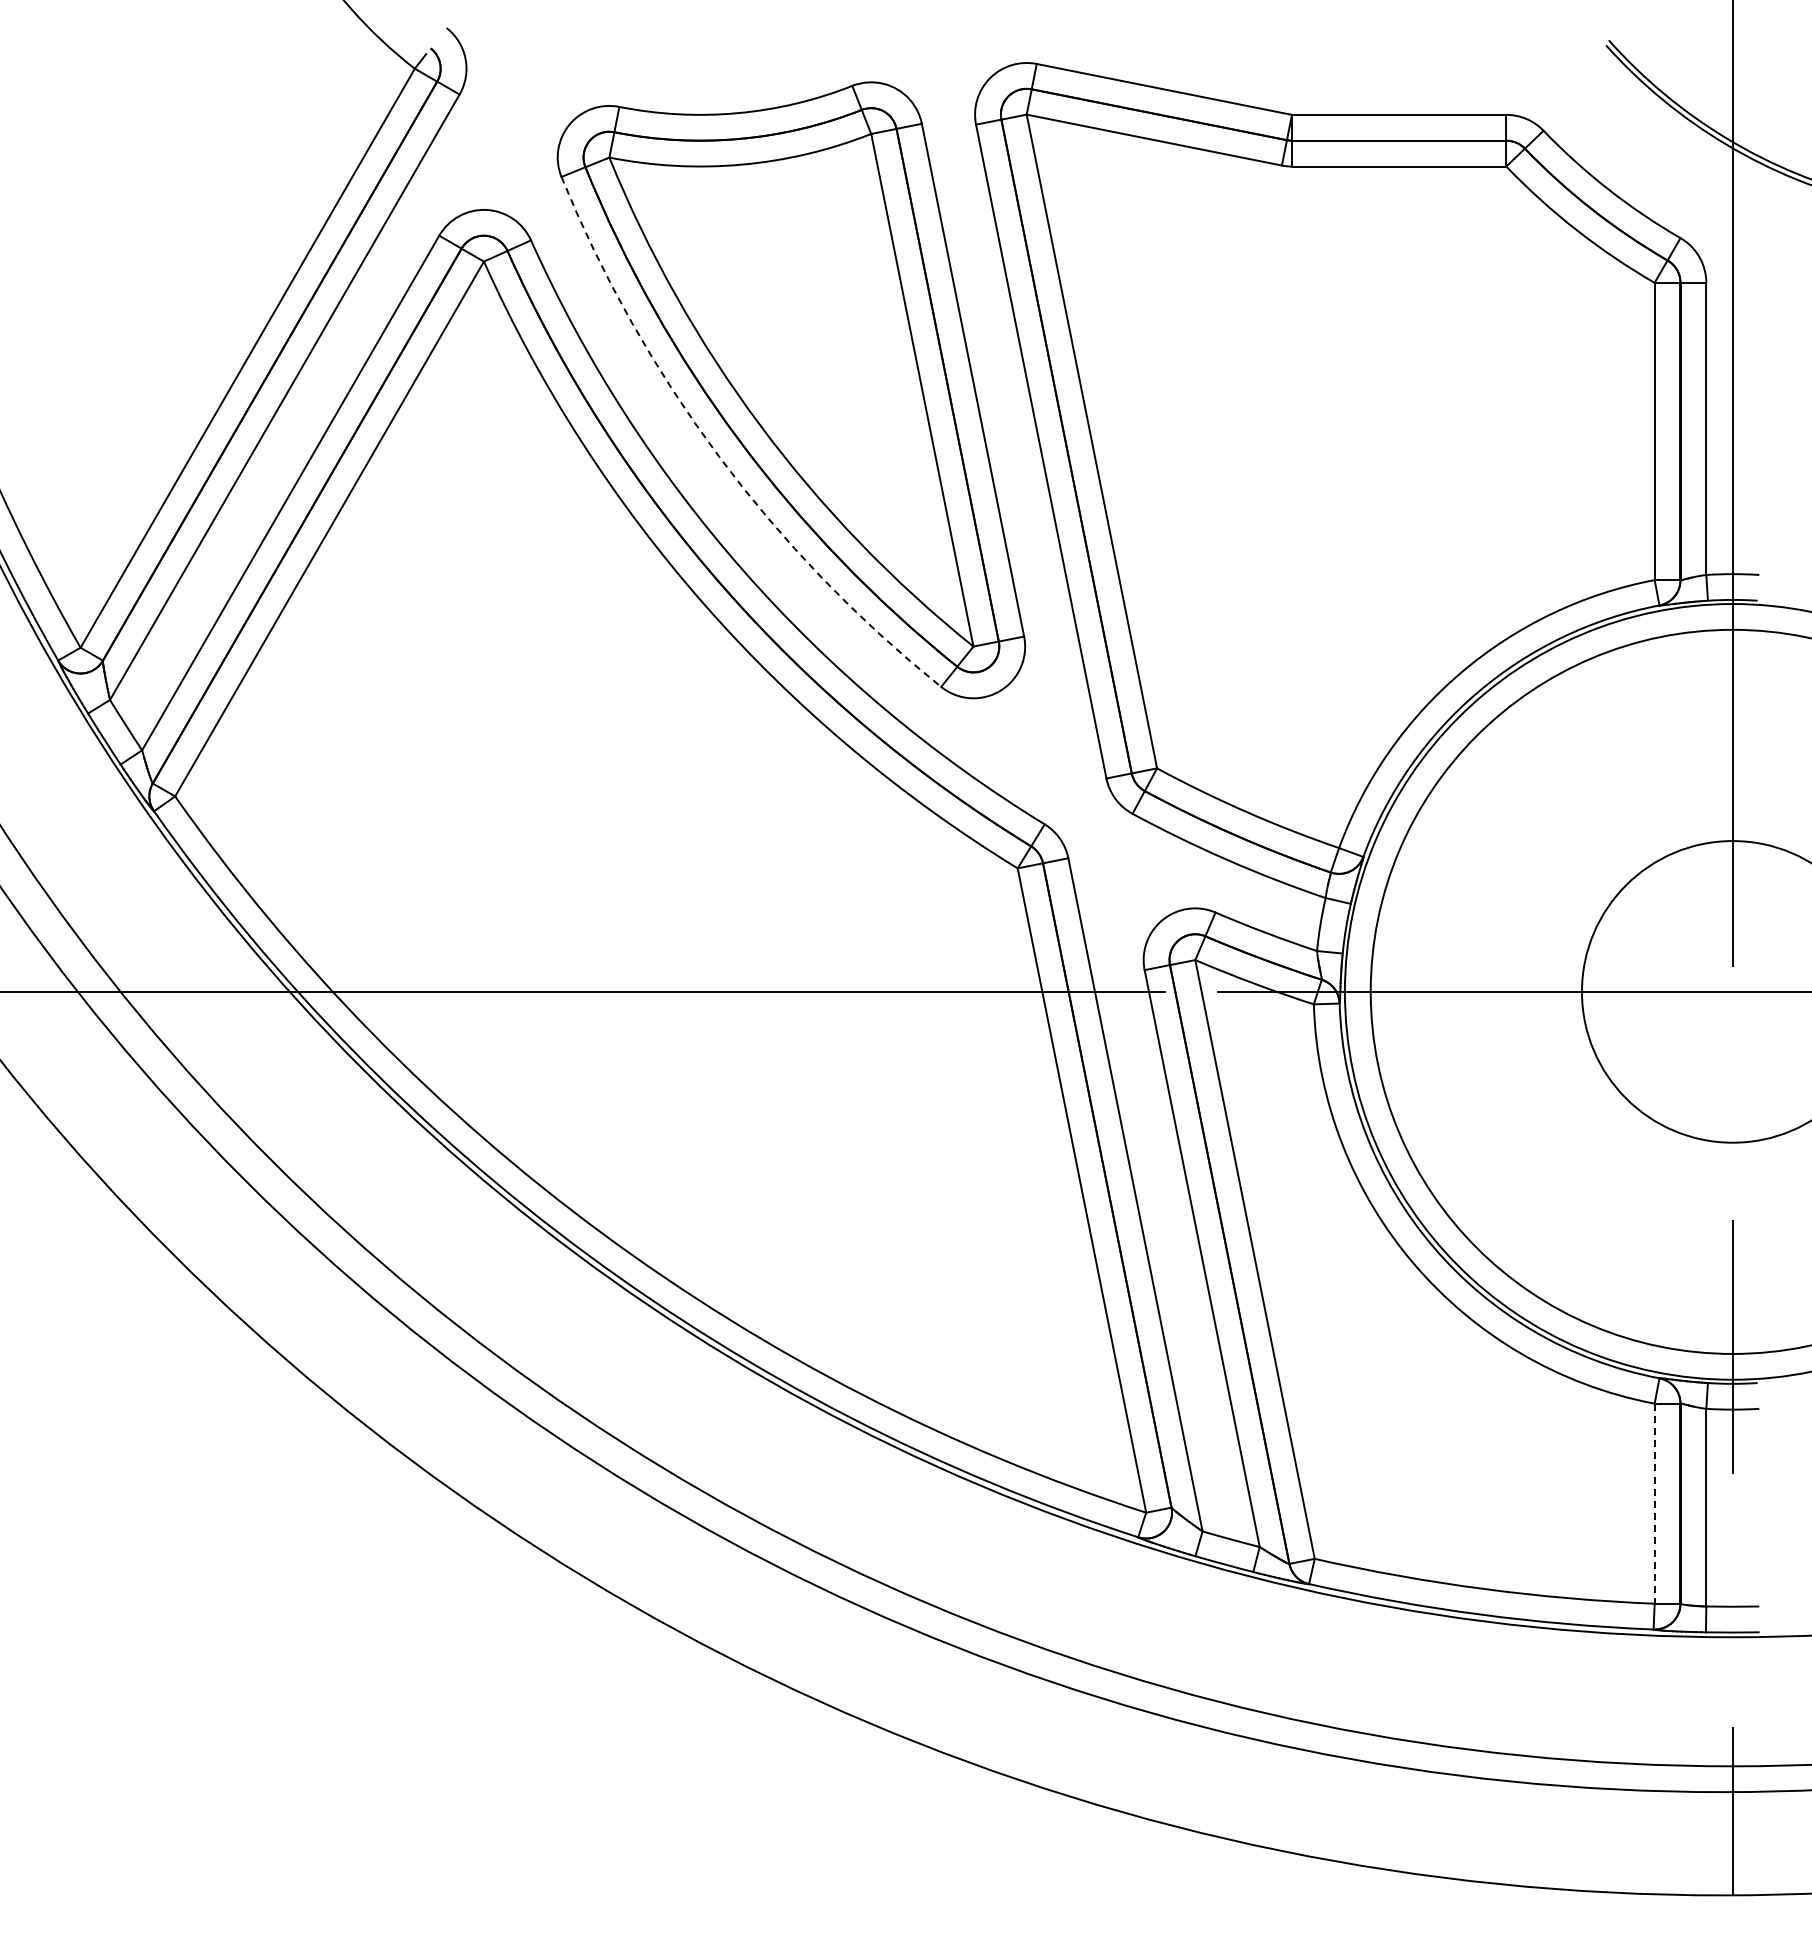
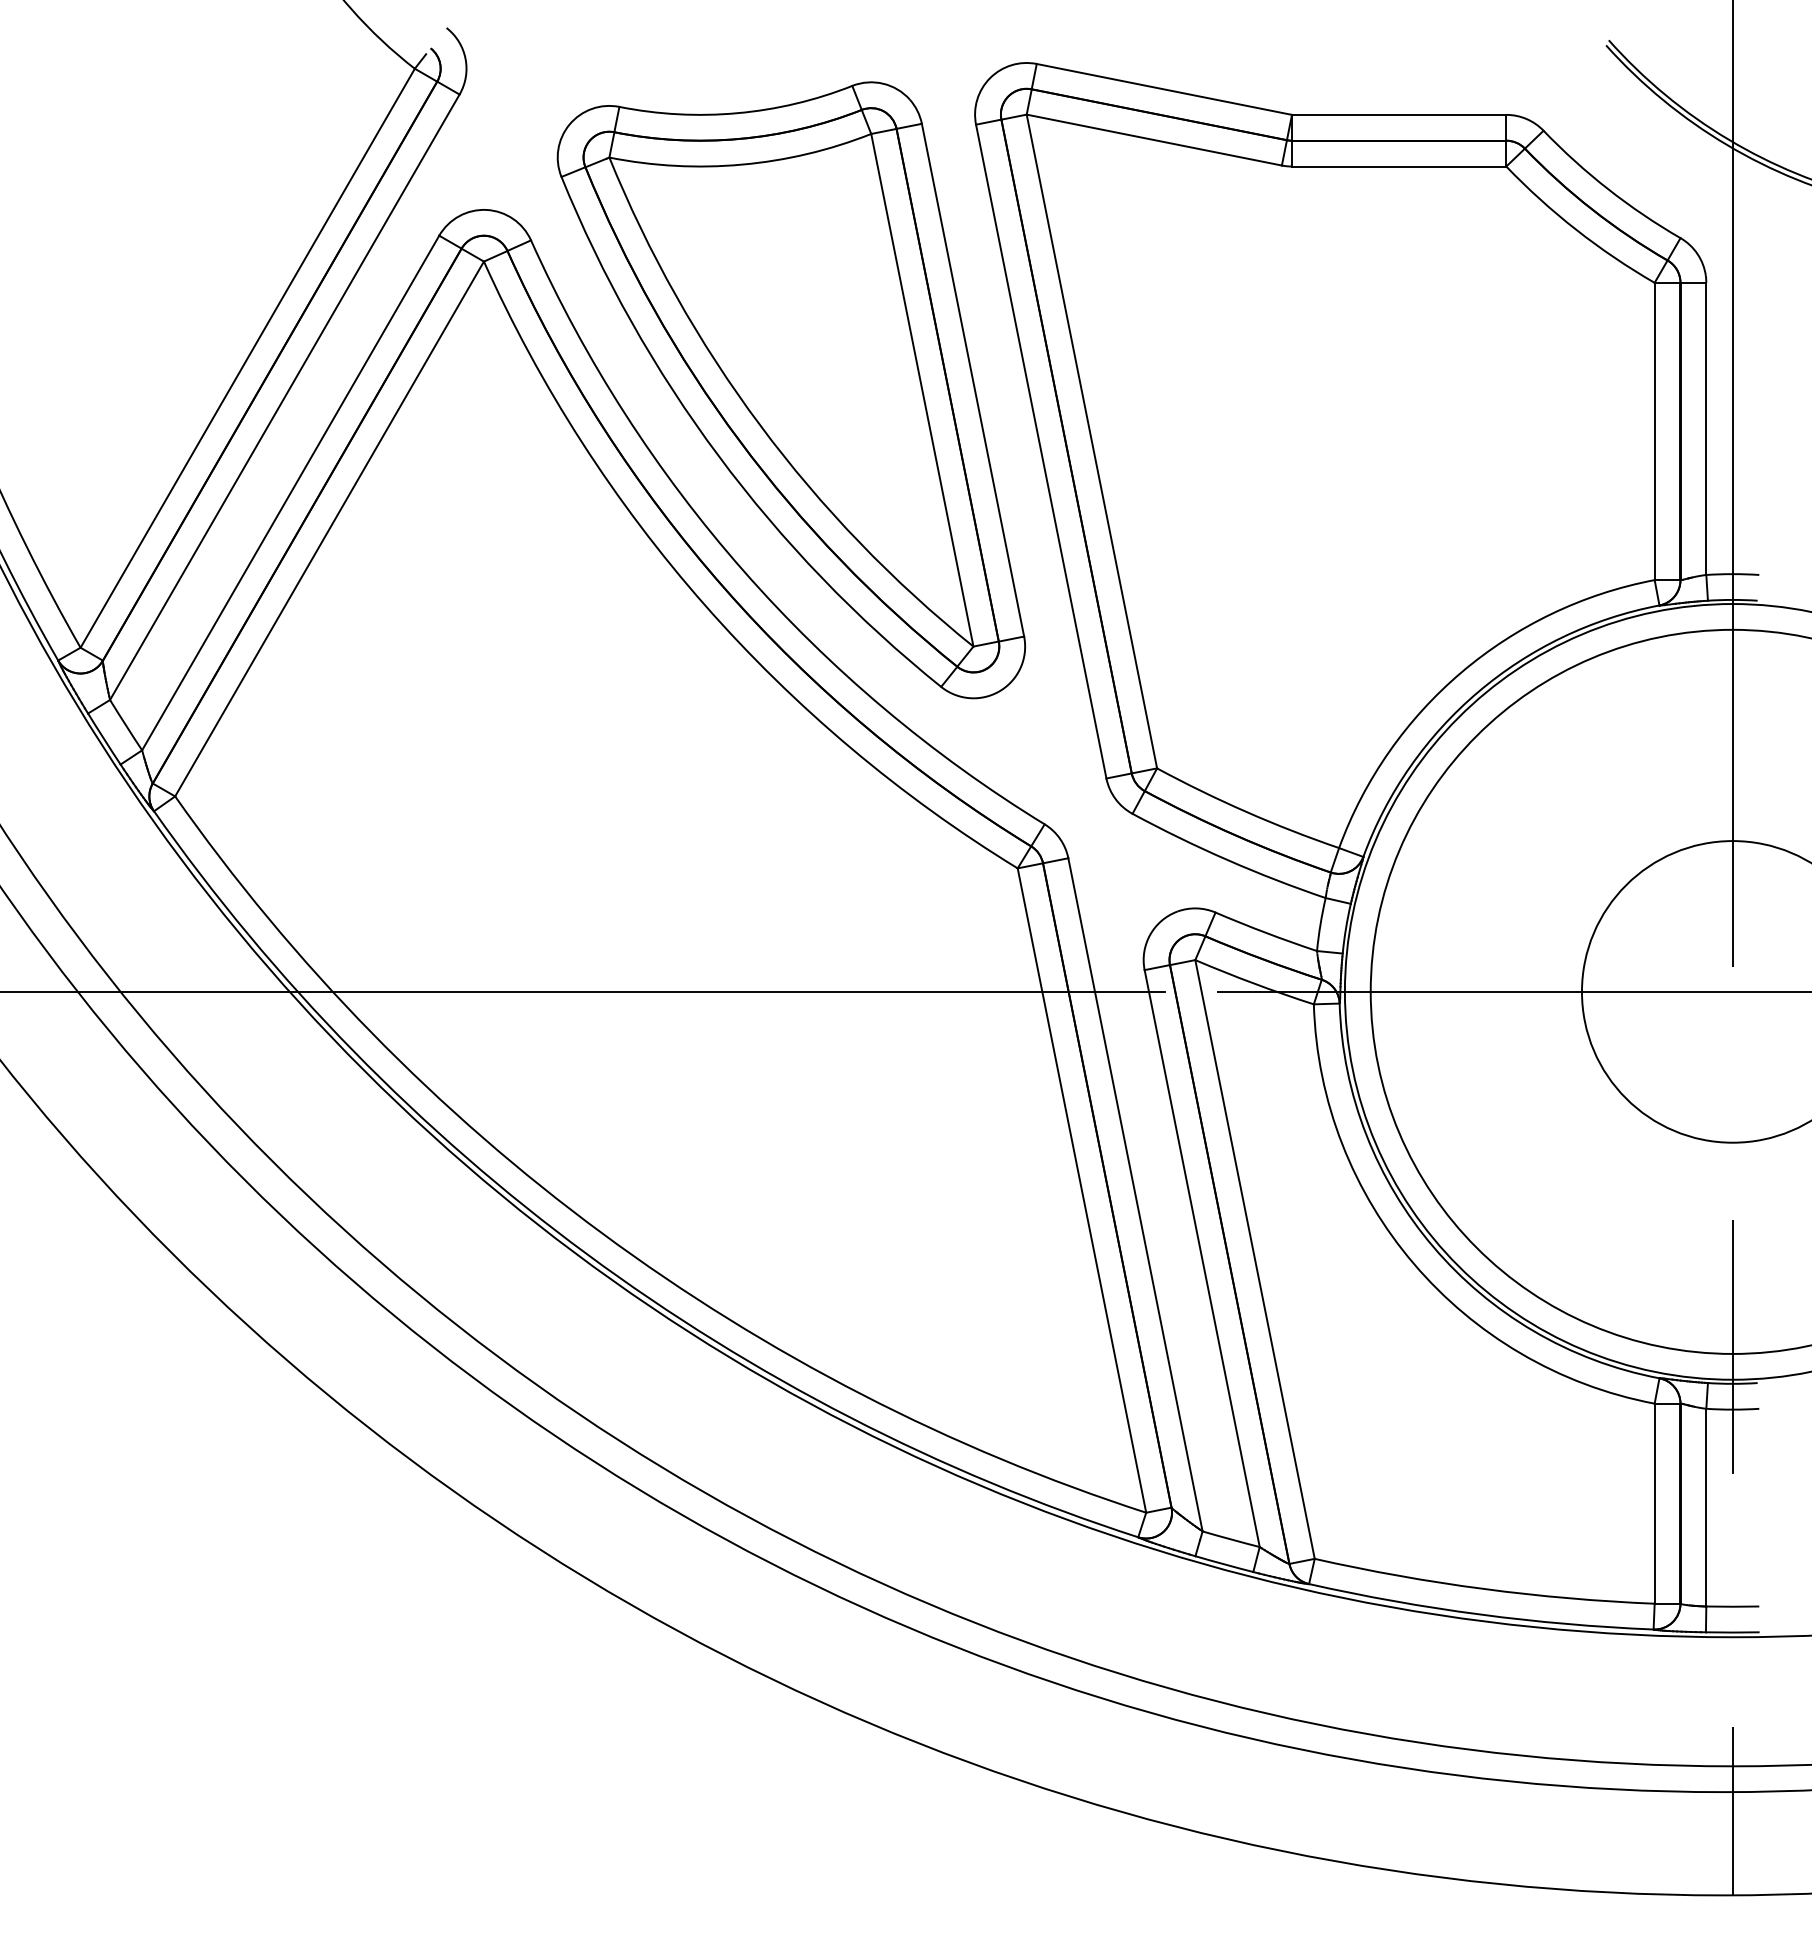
arc at (718, 456): dashed -> solid
line at (1654, 1504): dashed -> solid
